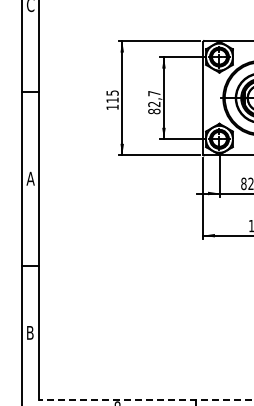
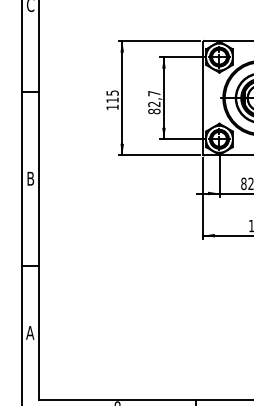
text at (30, 178): A -> B
text at (30, 332): B -> A
line at (146, 399): dashed -> solid
